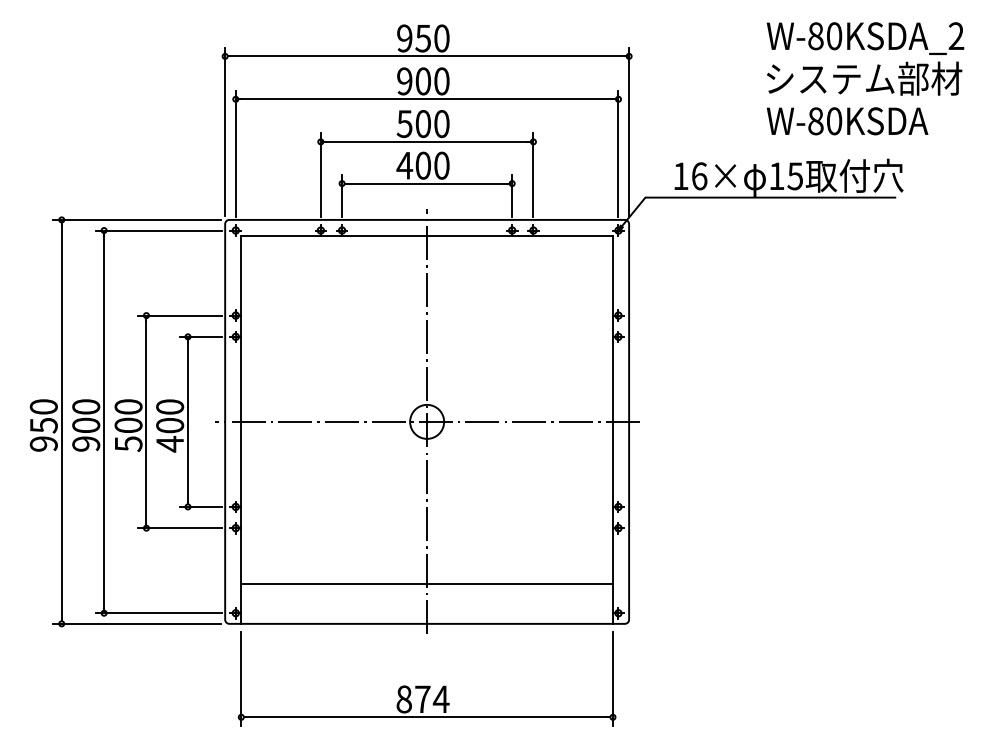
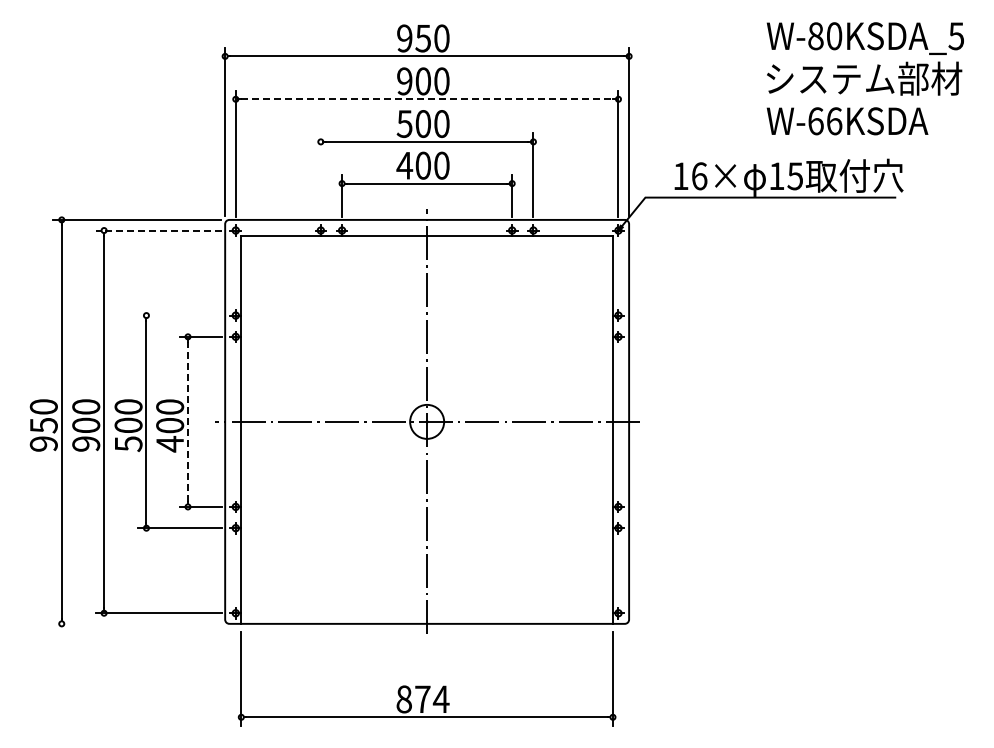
text at (956, 36): W-80KSDA_2 -> W-80KSDA_5
line at (427, 99): solid -> dashed
text at (825, 121): W-80KSDA -> W-66KSDA
line at (320, 174): present -> none
line at (158, 230): solid -> dashed
line at (179, 315): present -> none
line at (188, 421): solid -> dashed
line at (426, 583): present -> none
line at (136, 623): present -> none
